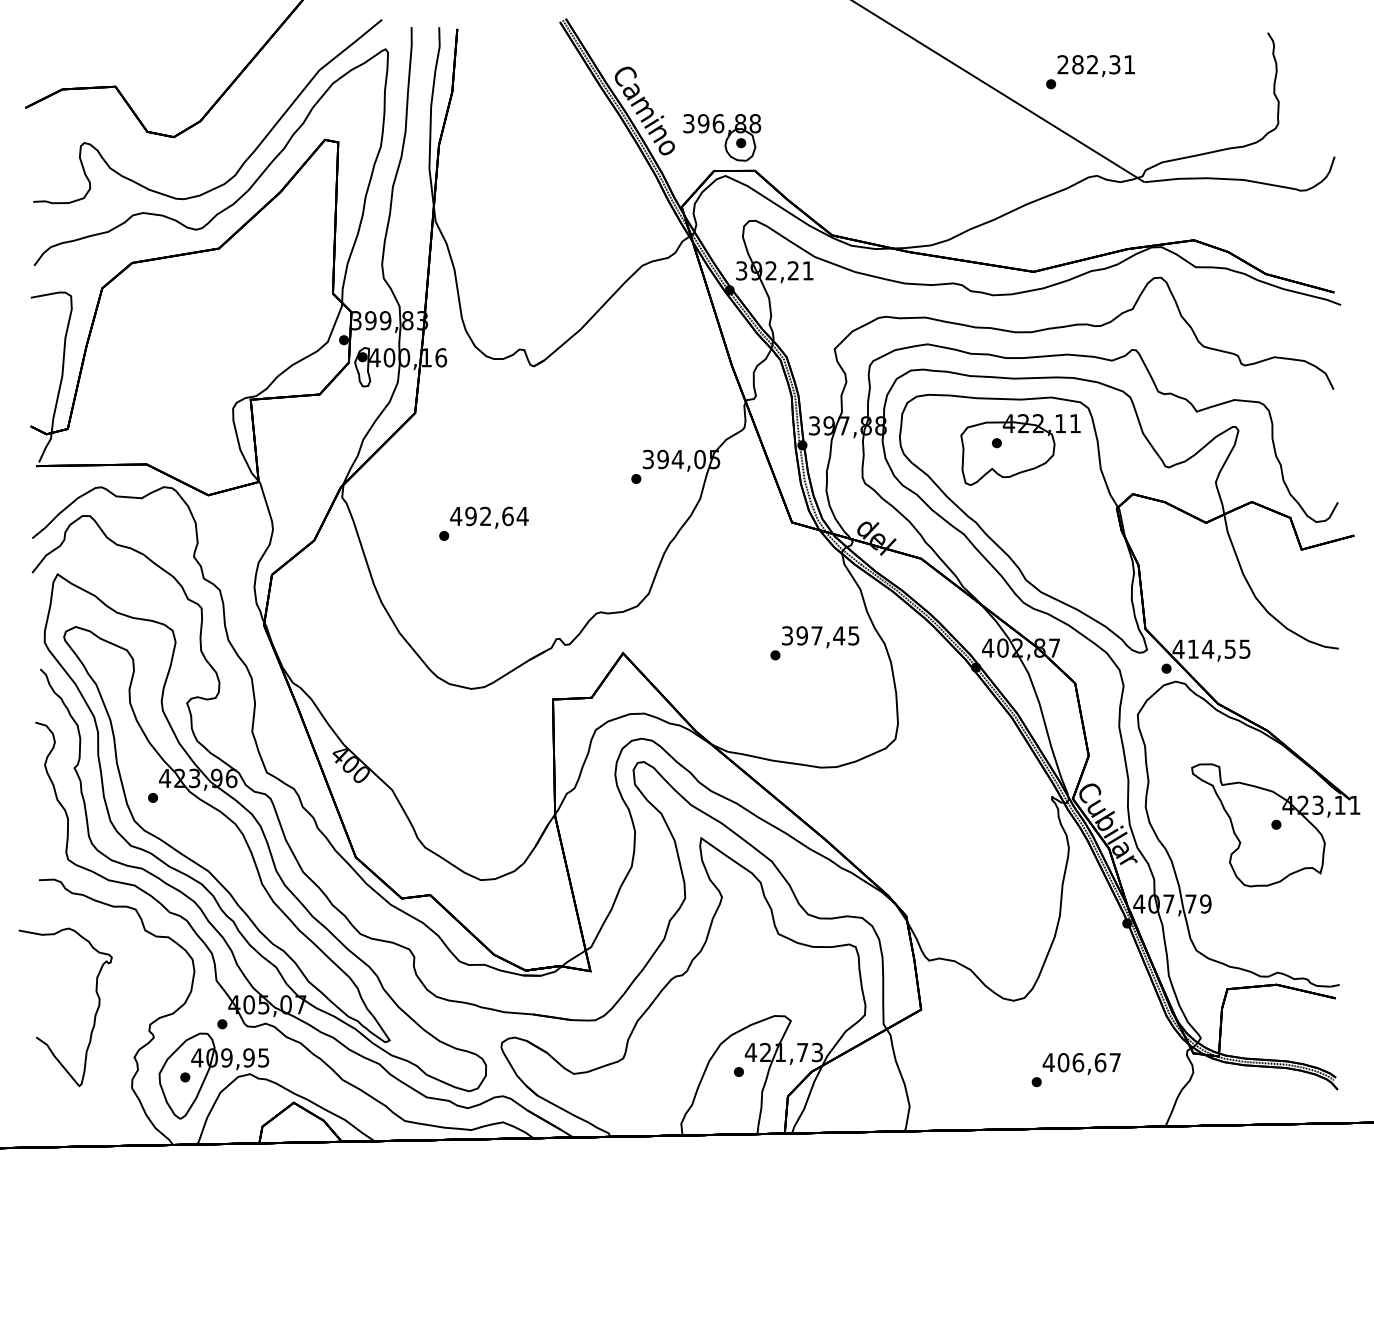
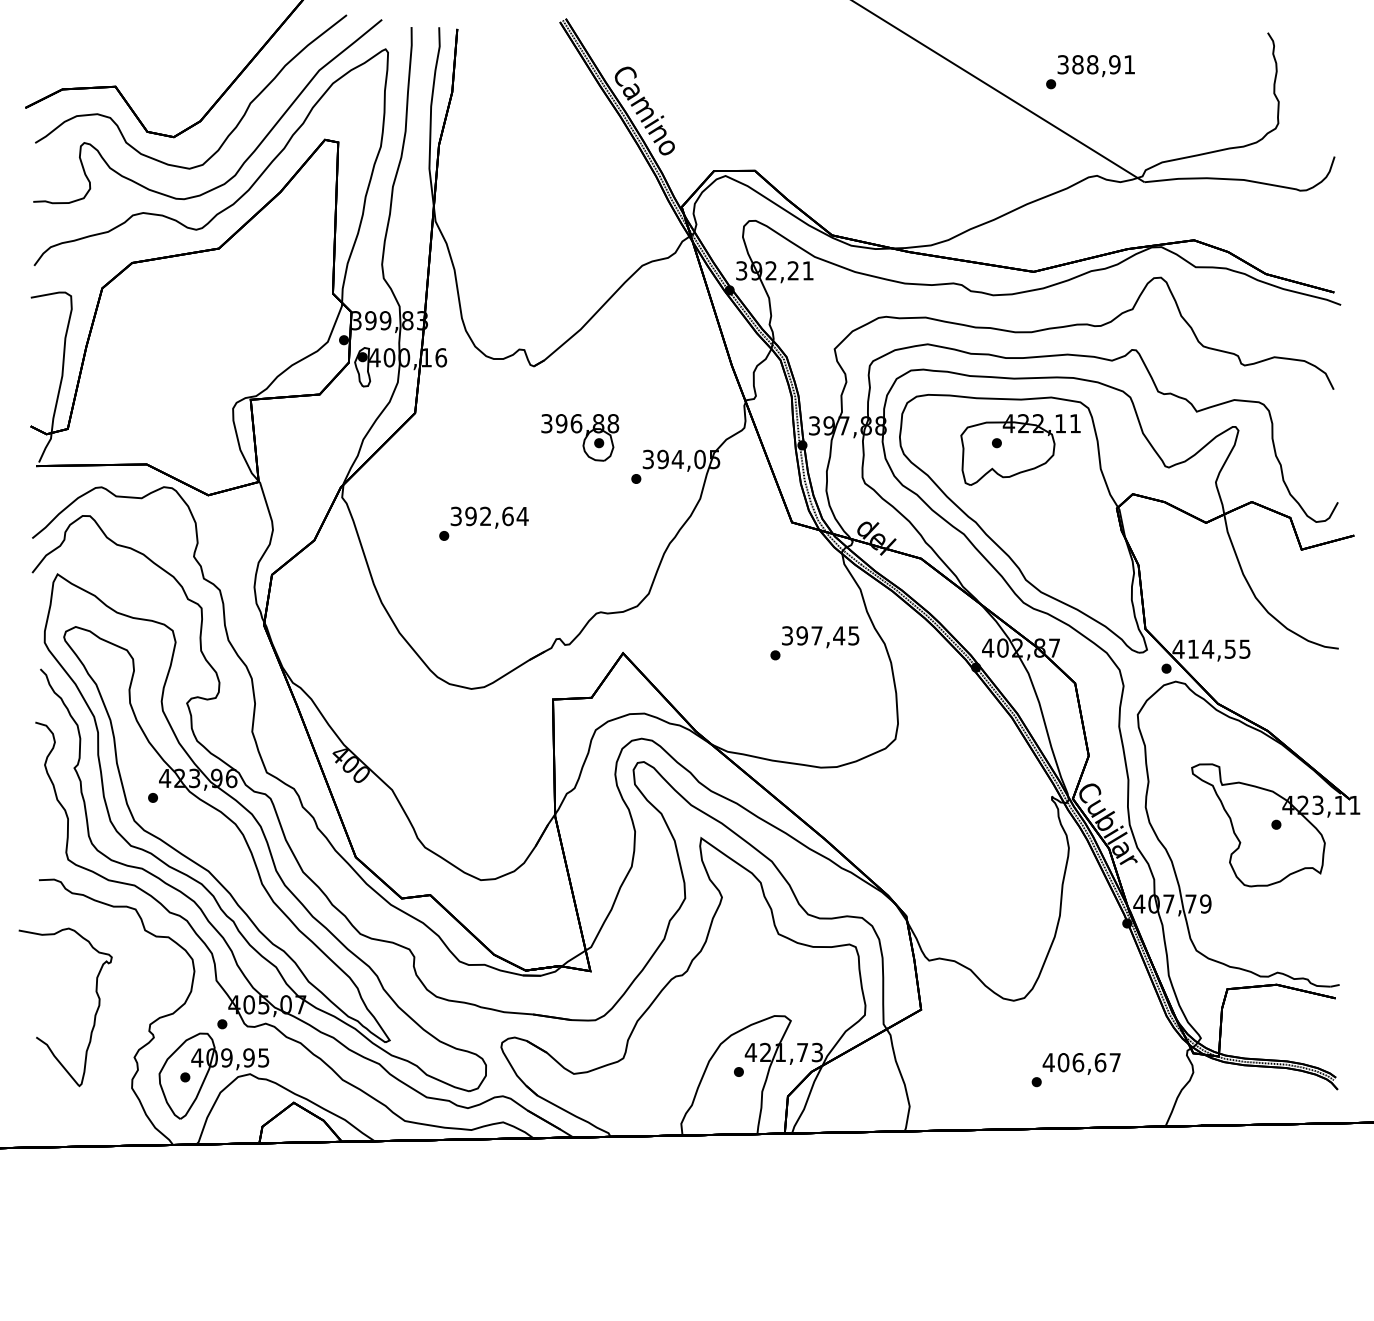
text at (1088, 64): 282,31 -> 388,91
curve at (238, 121): none -> present
part at (722, 137) position: (722, 137) -> (580, 437)
text at (456, 516): 492,64 -> 392,64
